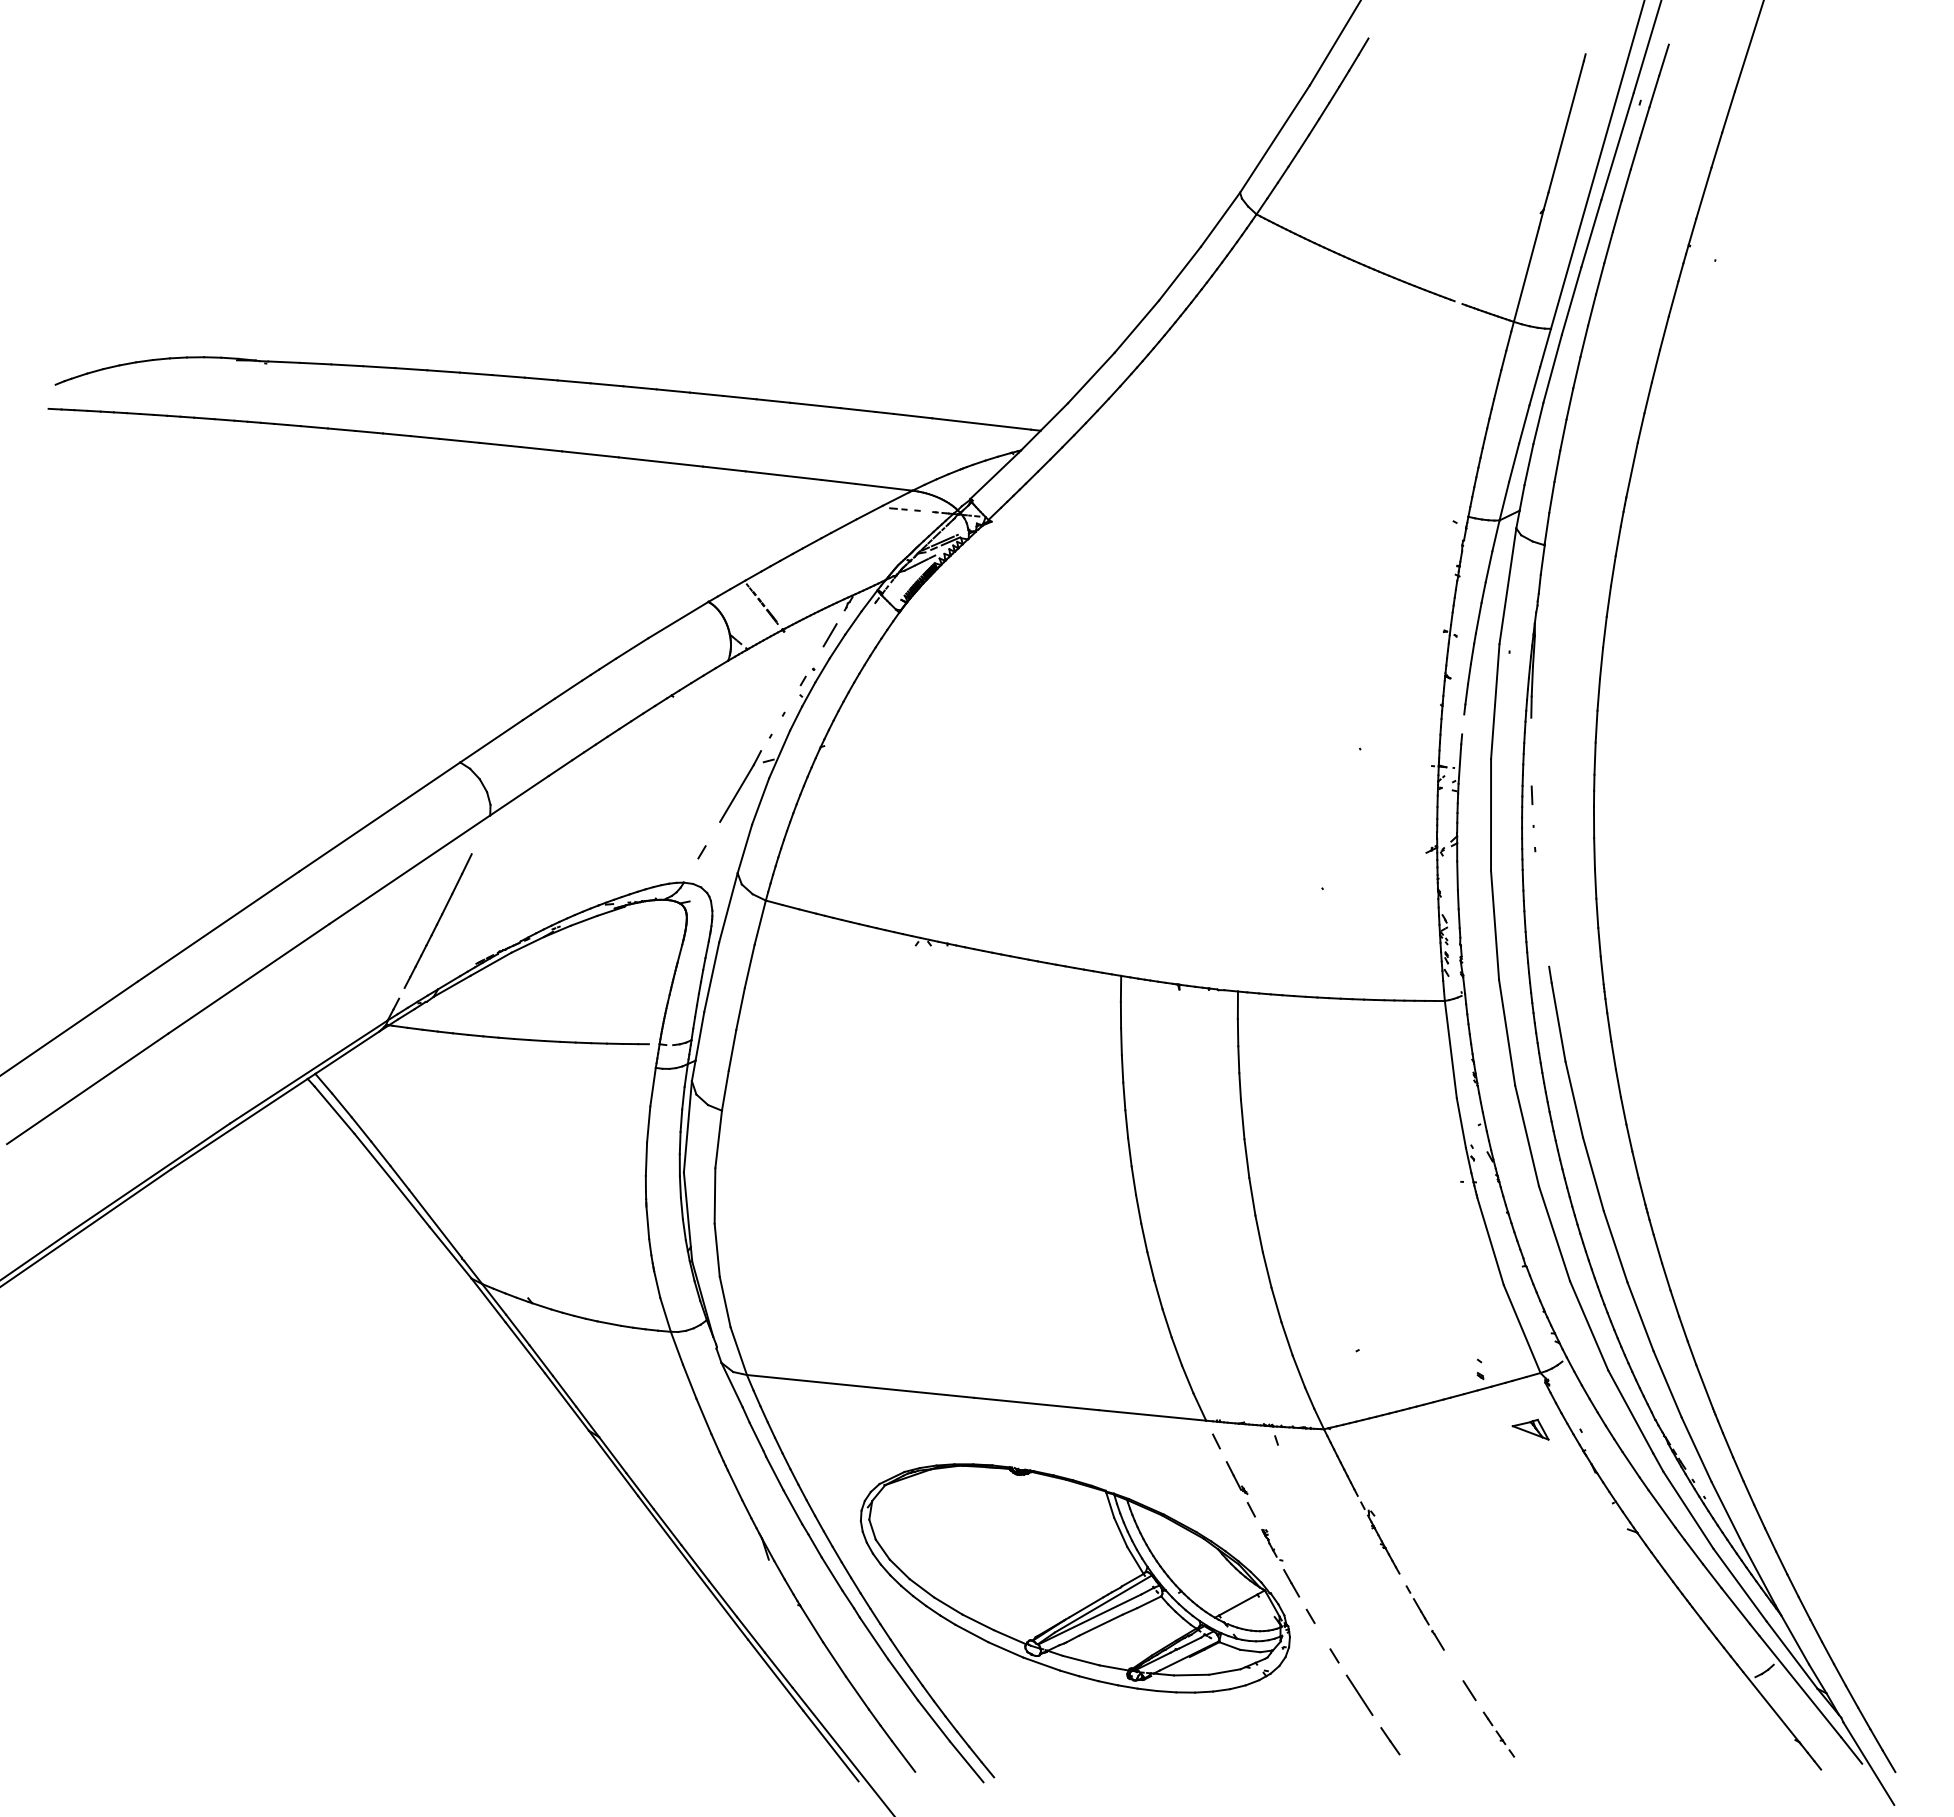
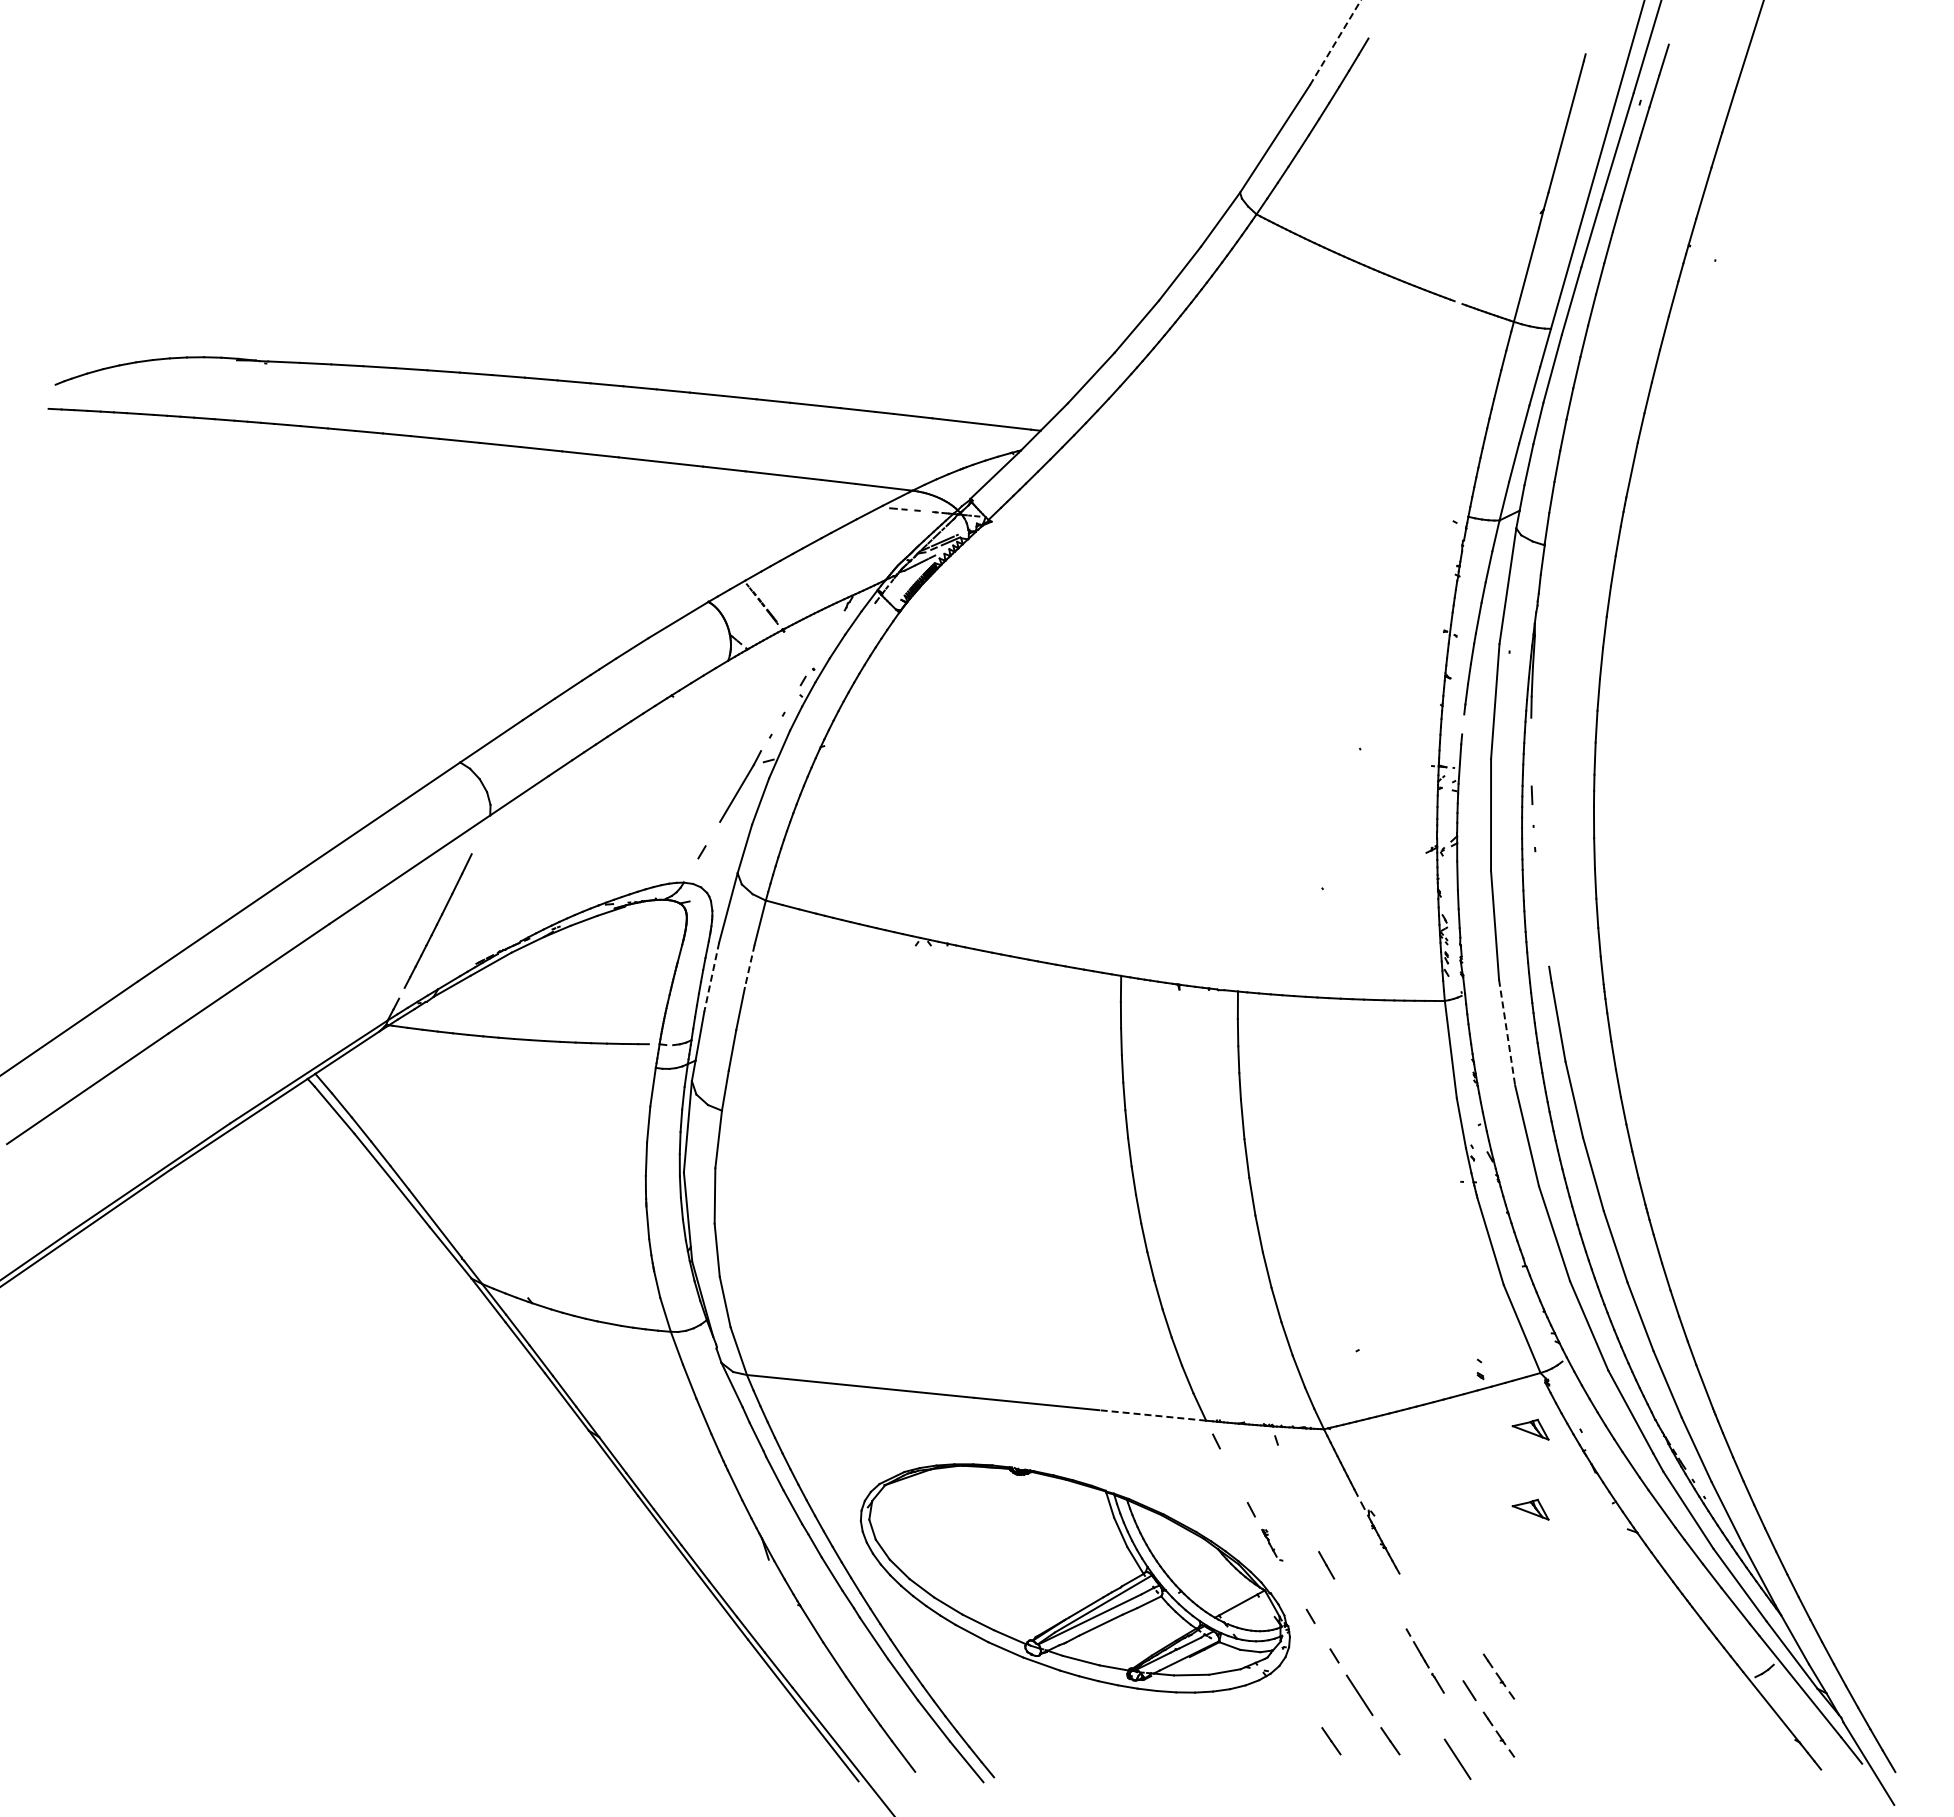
line at (1335, 42): solid -> dashed
line at (829, 635): present -> none
line at (749, 966): solid -> dashed
line at (711, 977): solid -> dashed
line at (1507, 1033): solid -> dashed
line at (1152, 1415): solid -> dashed
part at (1236, 1477): present -> none
part at (1530, 1509): none -> present
line at (1291, 1583) position: (1291, 1583) -> (1326, 1565)
part at (1424, 1617) position: (1424, 1617) -> (1424, 1660)
part at (1498, 1676): none -> present
line at (1331, 1741): none -> present
line at (1457, 1758): none -> present
